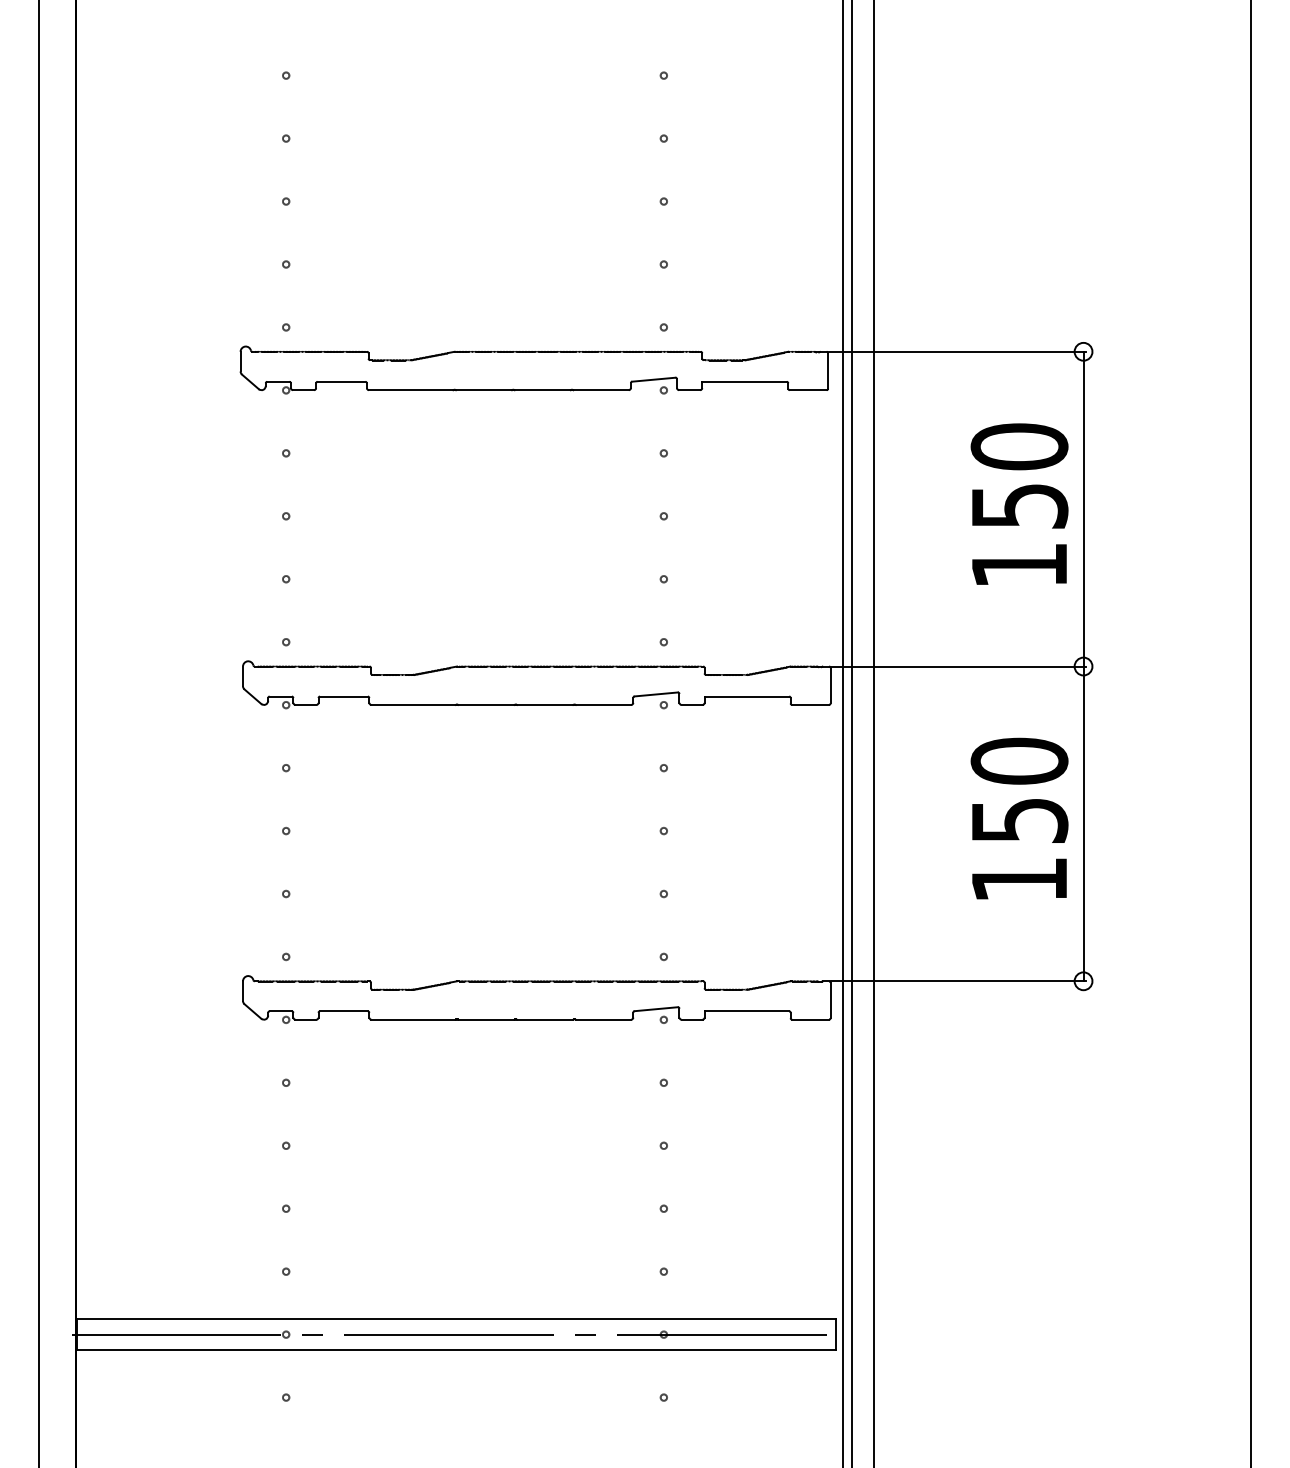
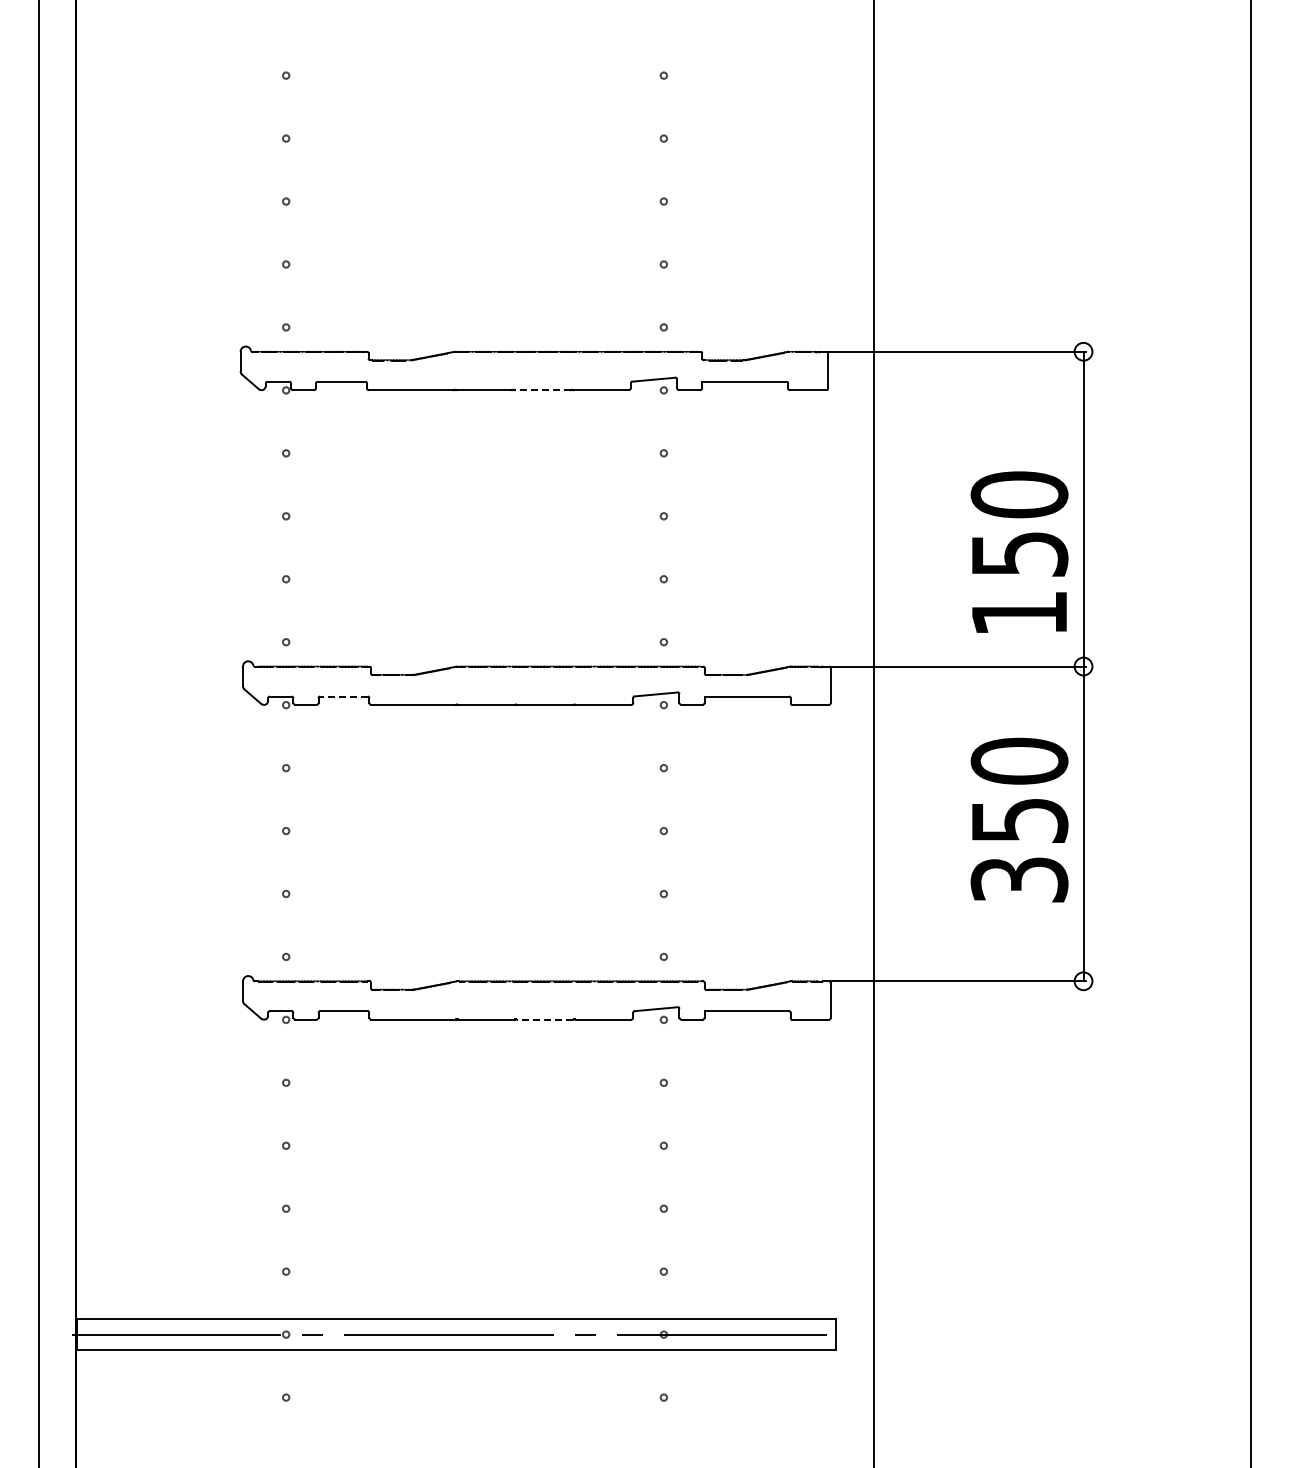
line at (542, 390): solid -> dashed
text at (1019, 503) position: (1019, 503) -> (1019, 551)
line at (343, 696): solid -> dashed
line at (843, 733): present -> none
line at (851, 733): present -> none
text at (1019, 879): 150 -> 350
line at (544, 1019): solid -> dashed
